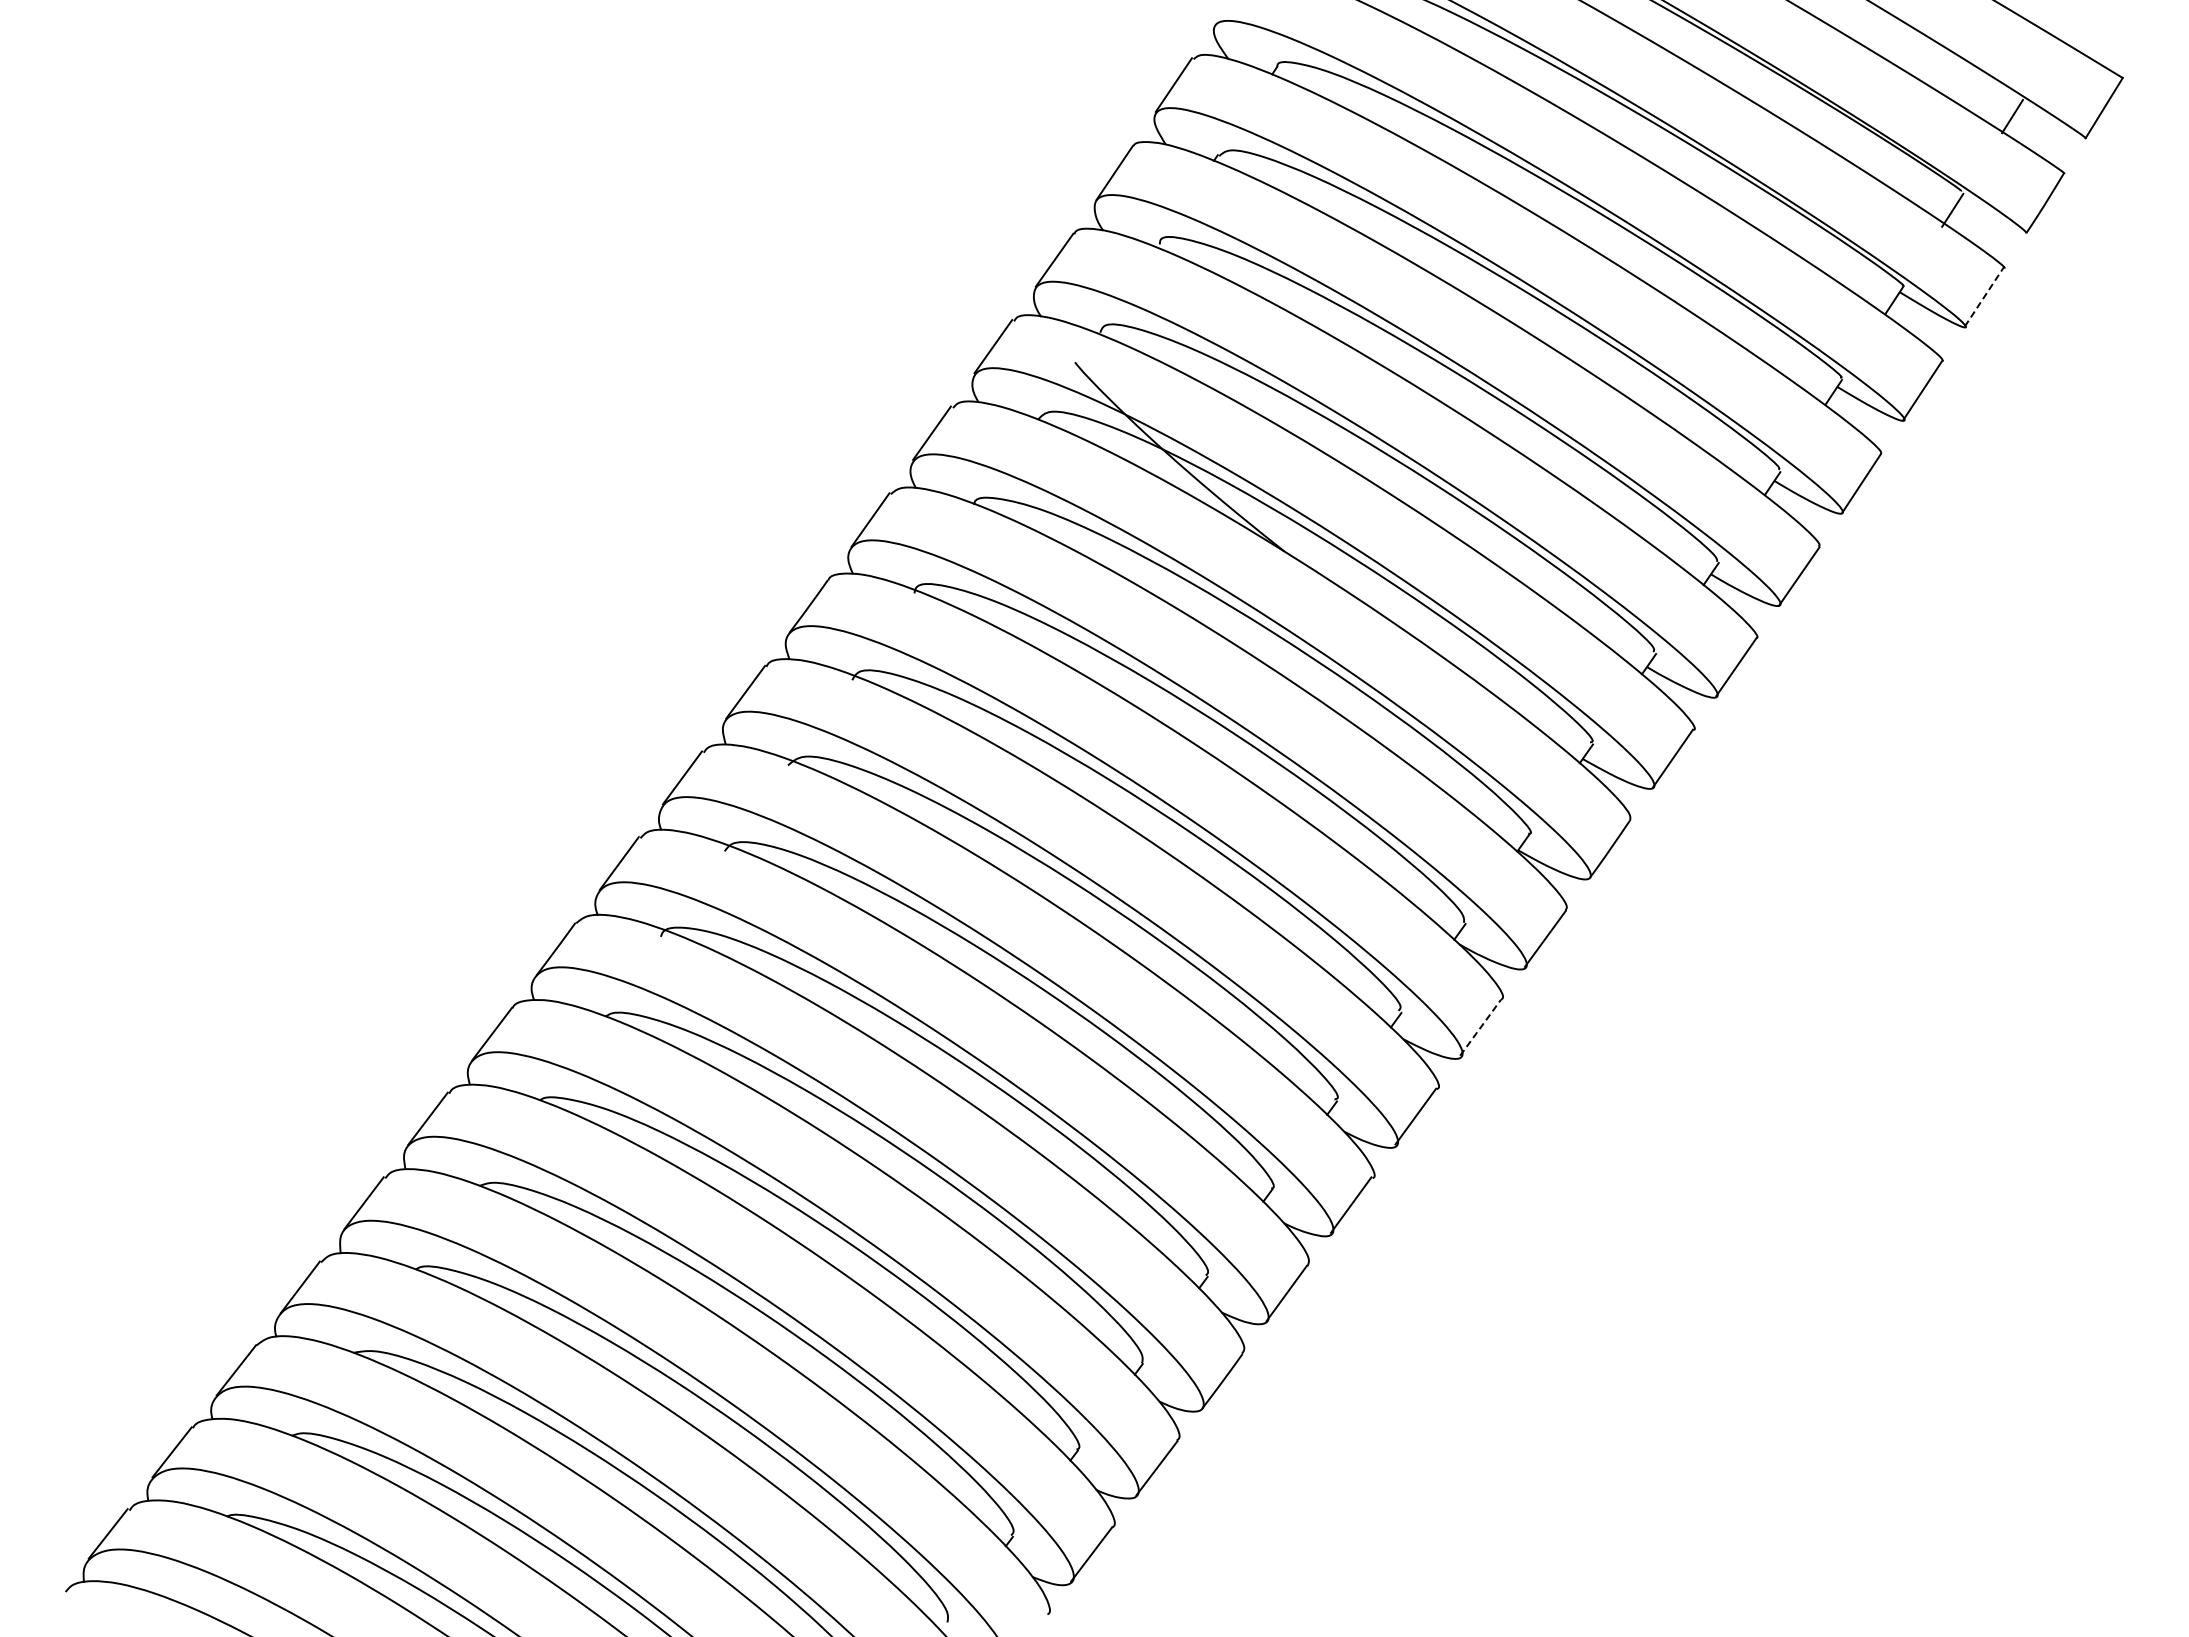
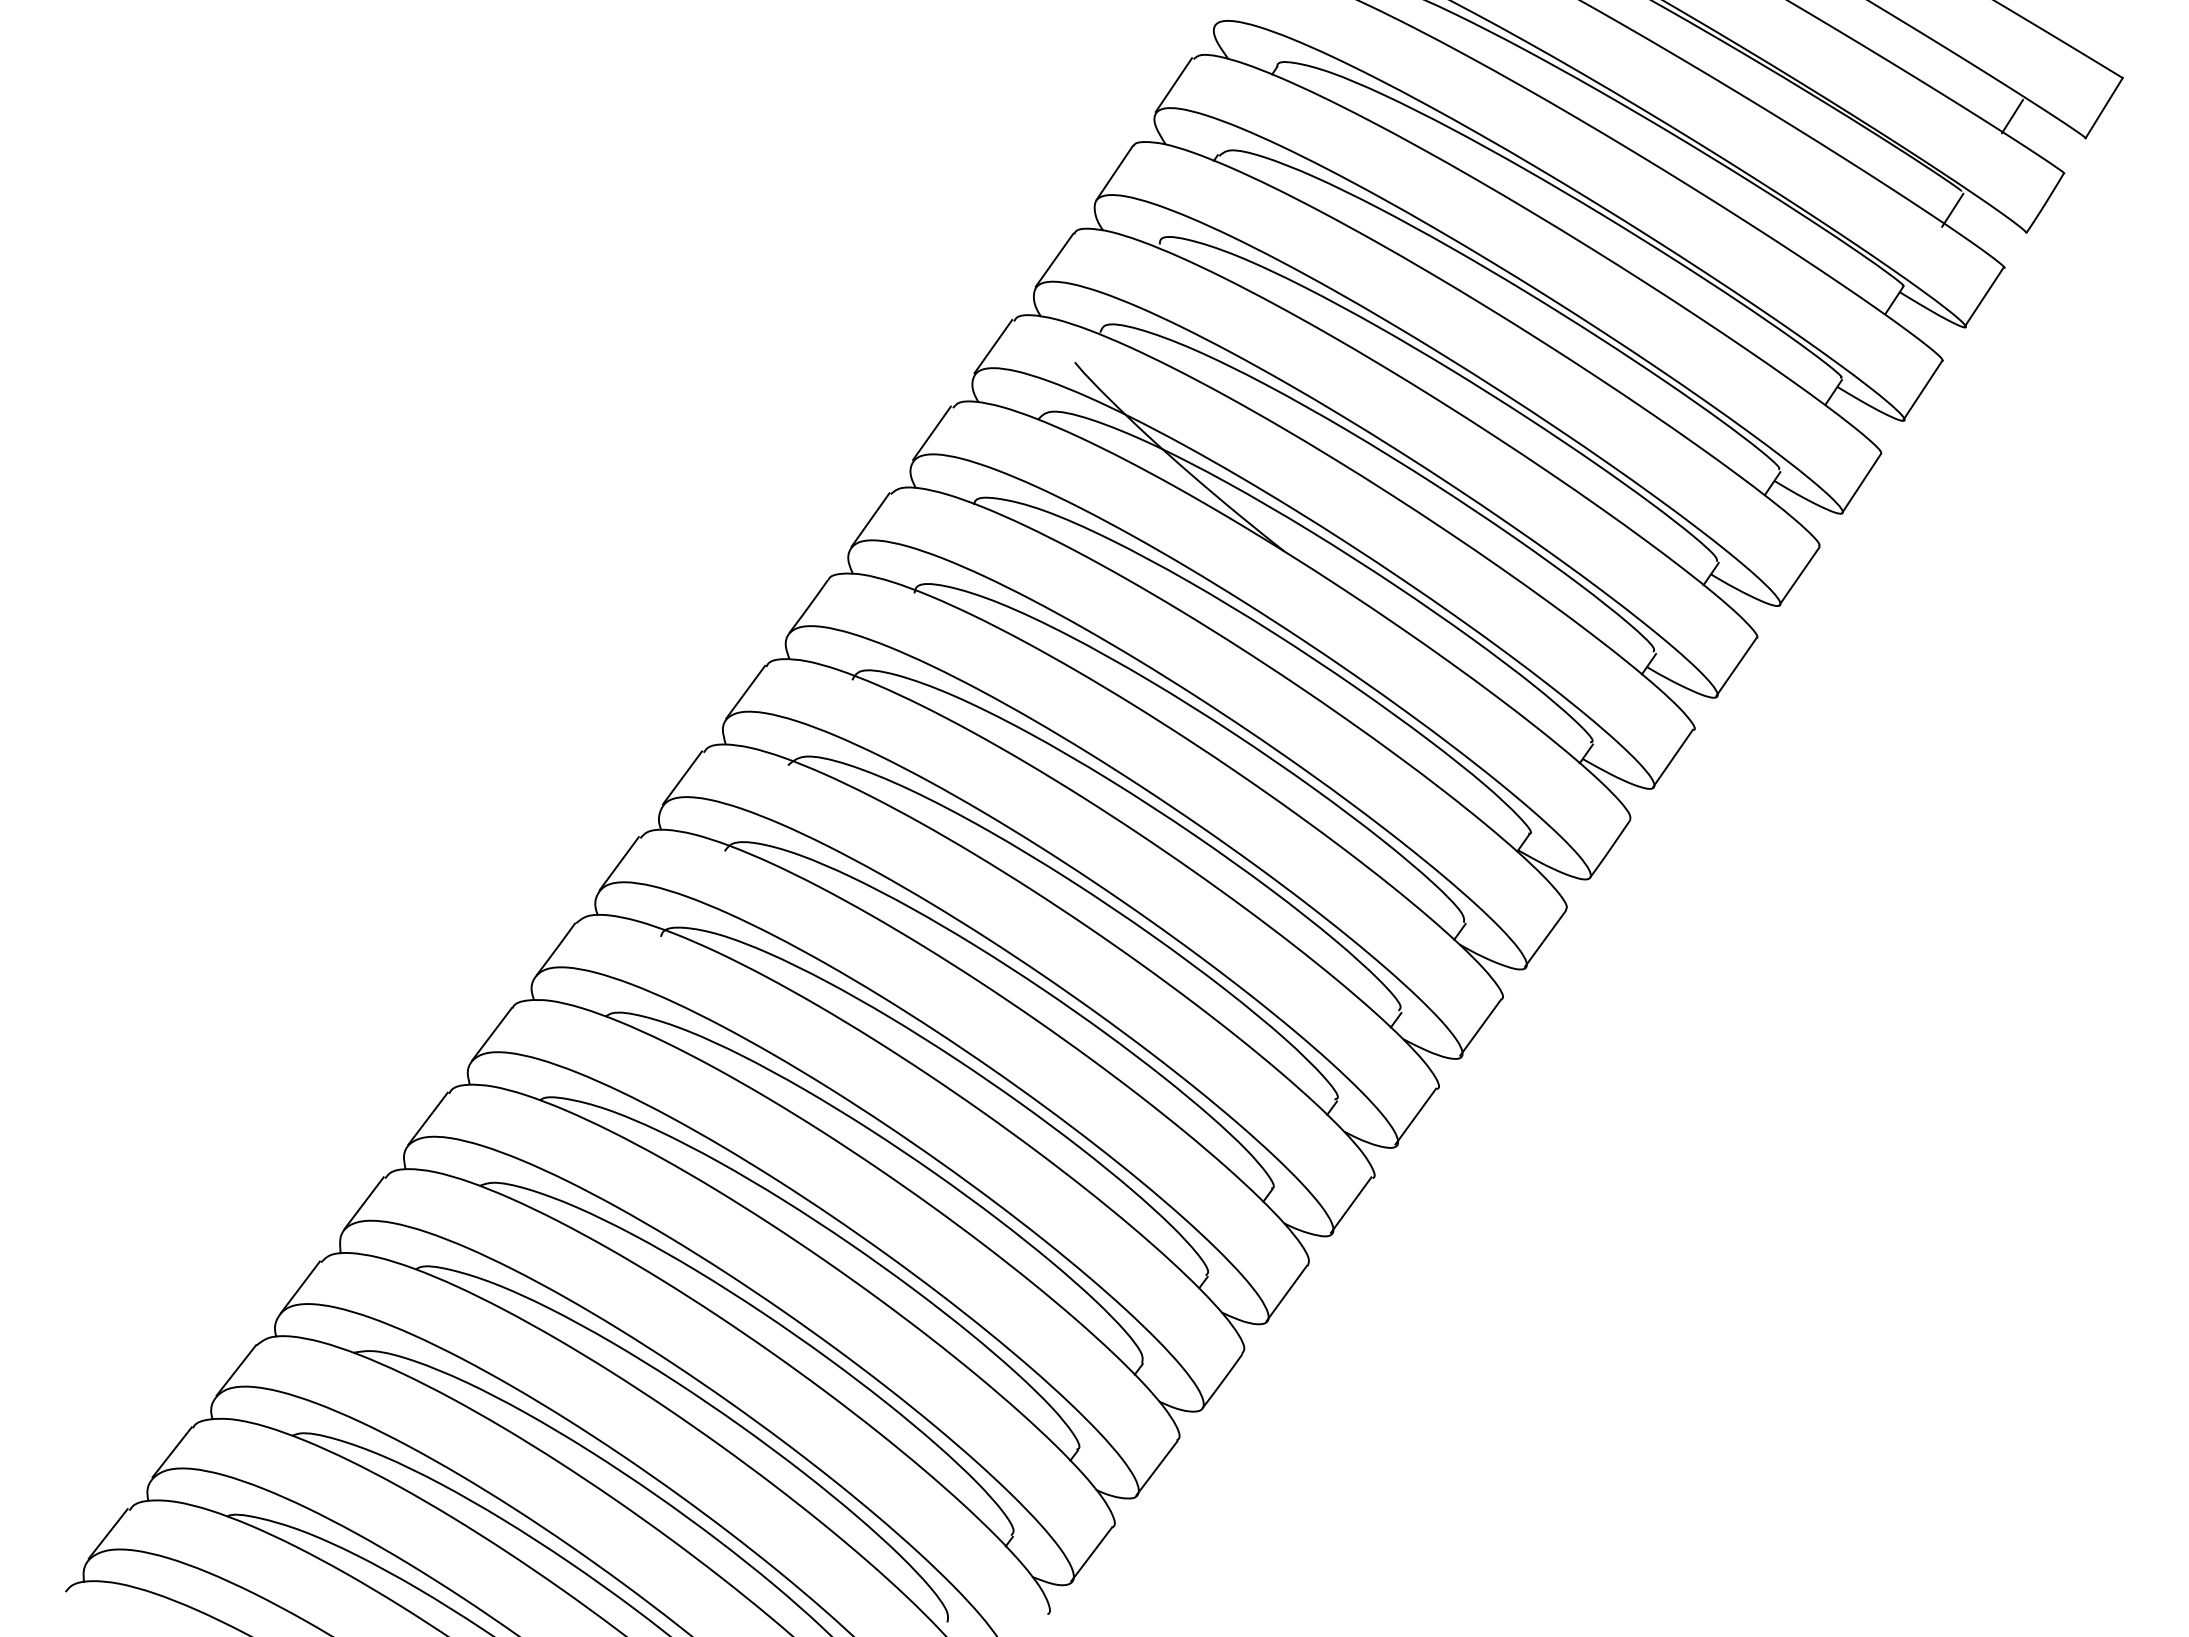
line at (1984, 296): dashed -> solid
line at (1480, 1027): dashed -> solid
